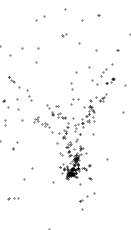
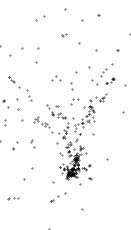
part at (56, 78): none -> present
part at (32, 143): none -> present
part at (87, 197) position: (87, 197) -> (58, 197)
